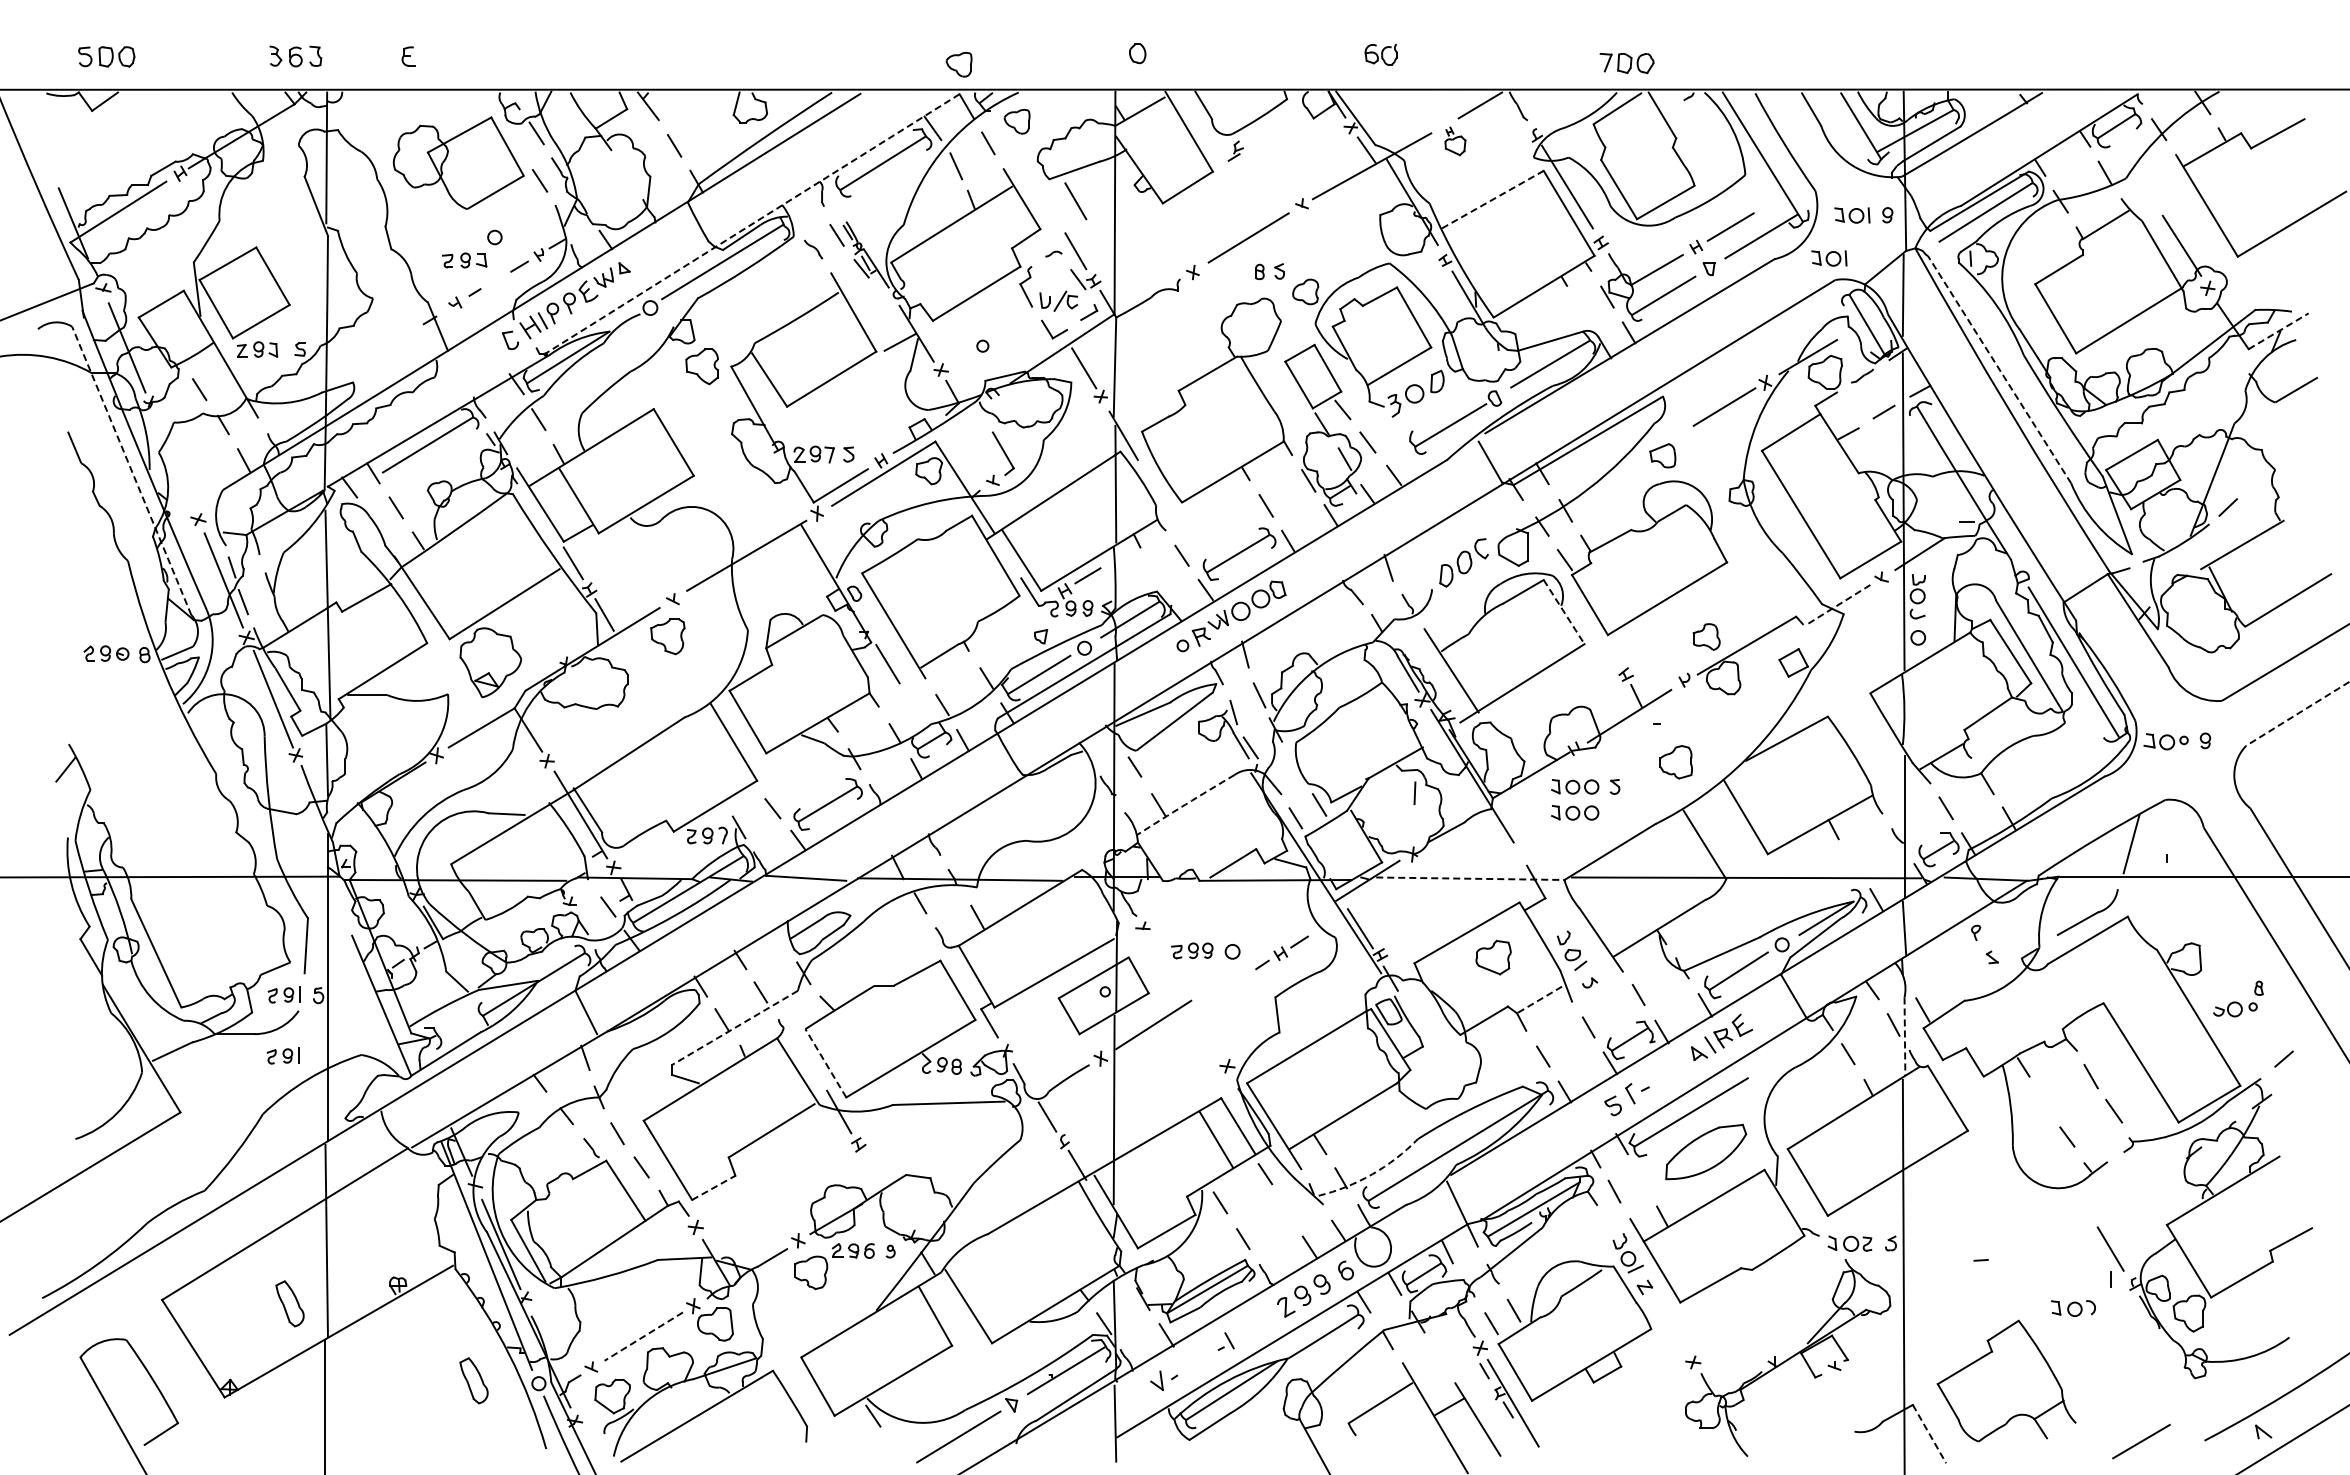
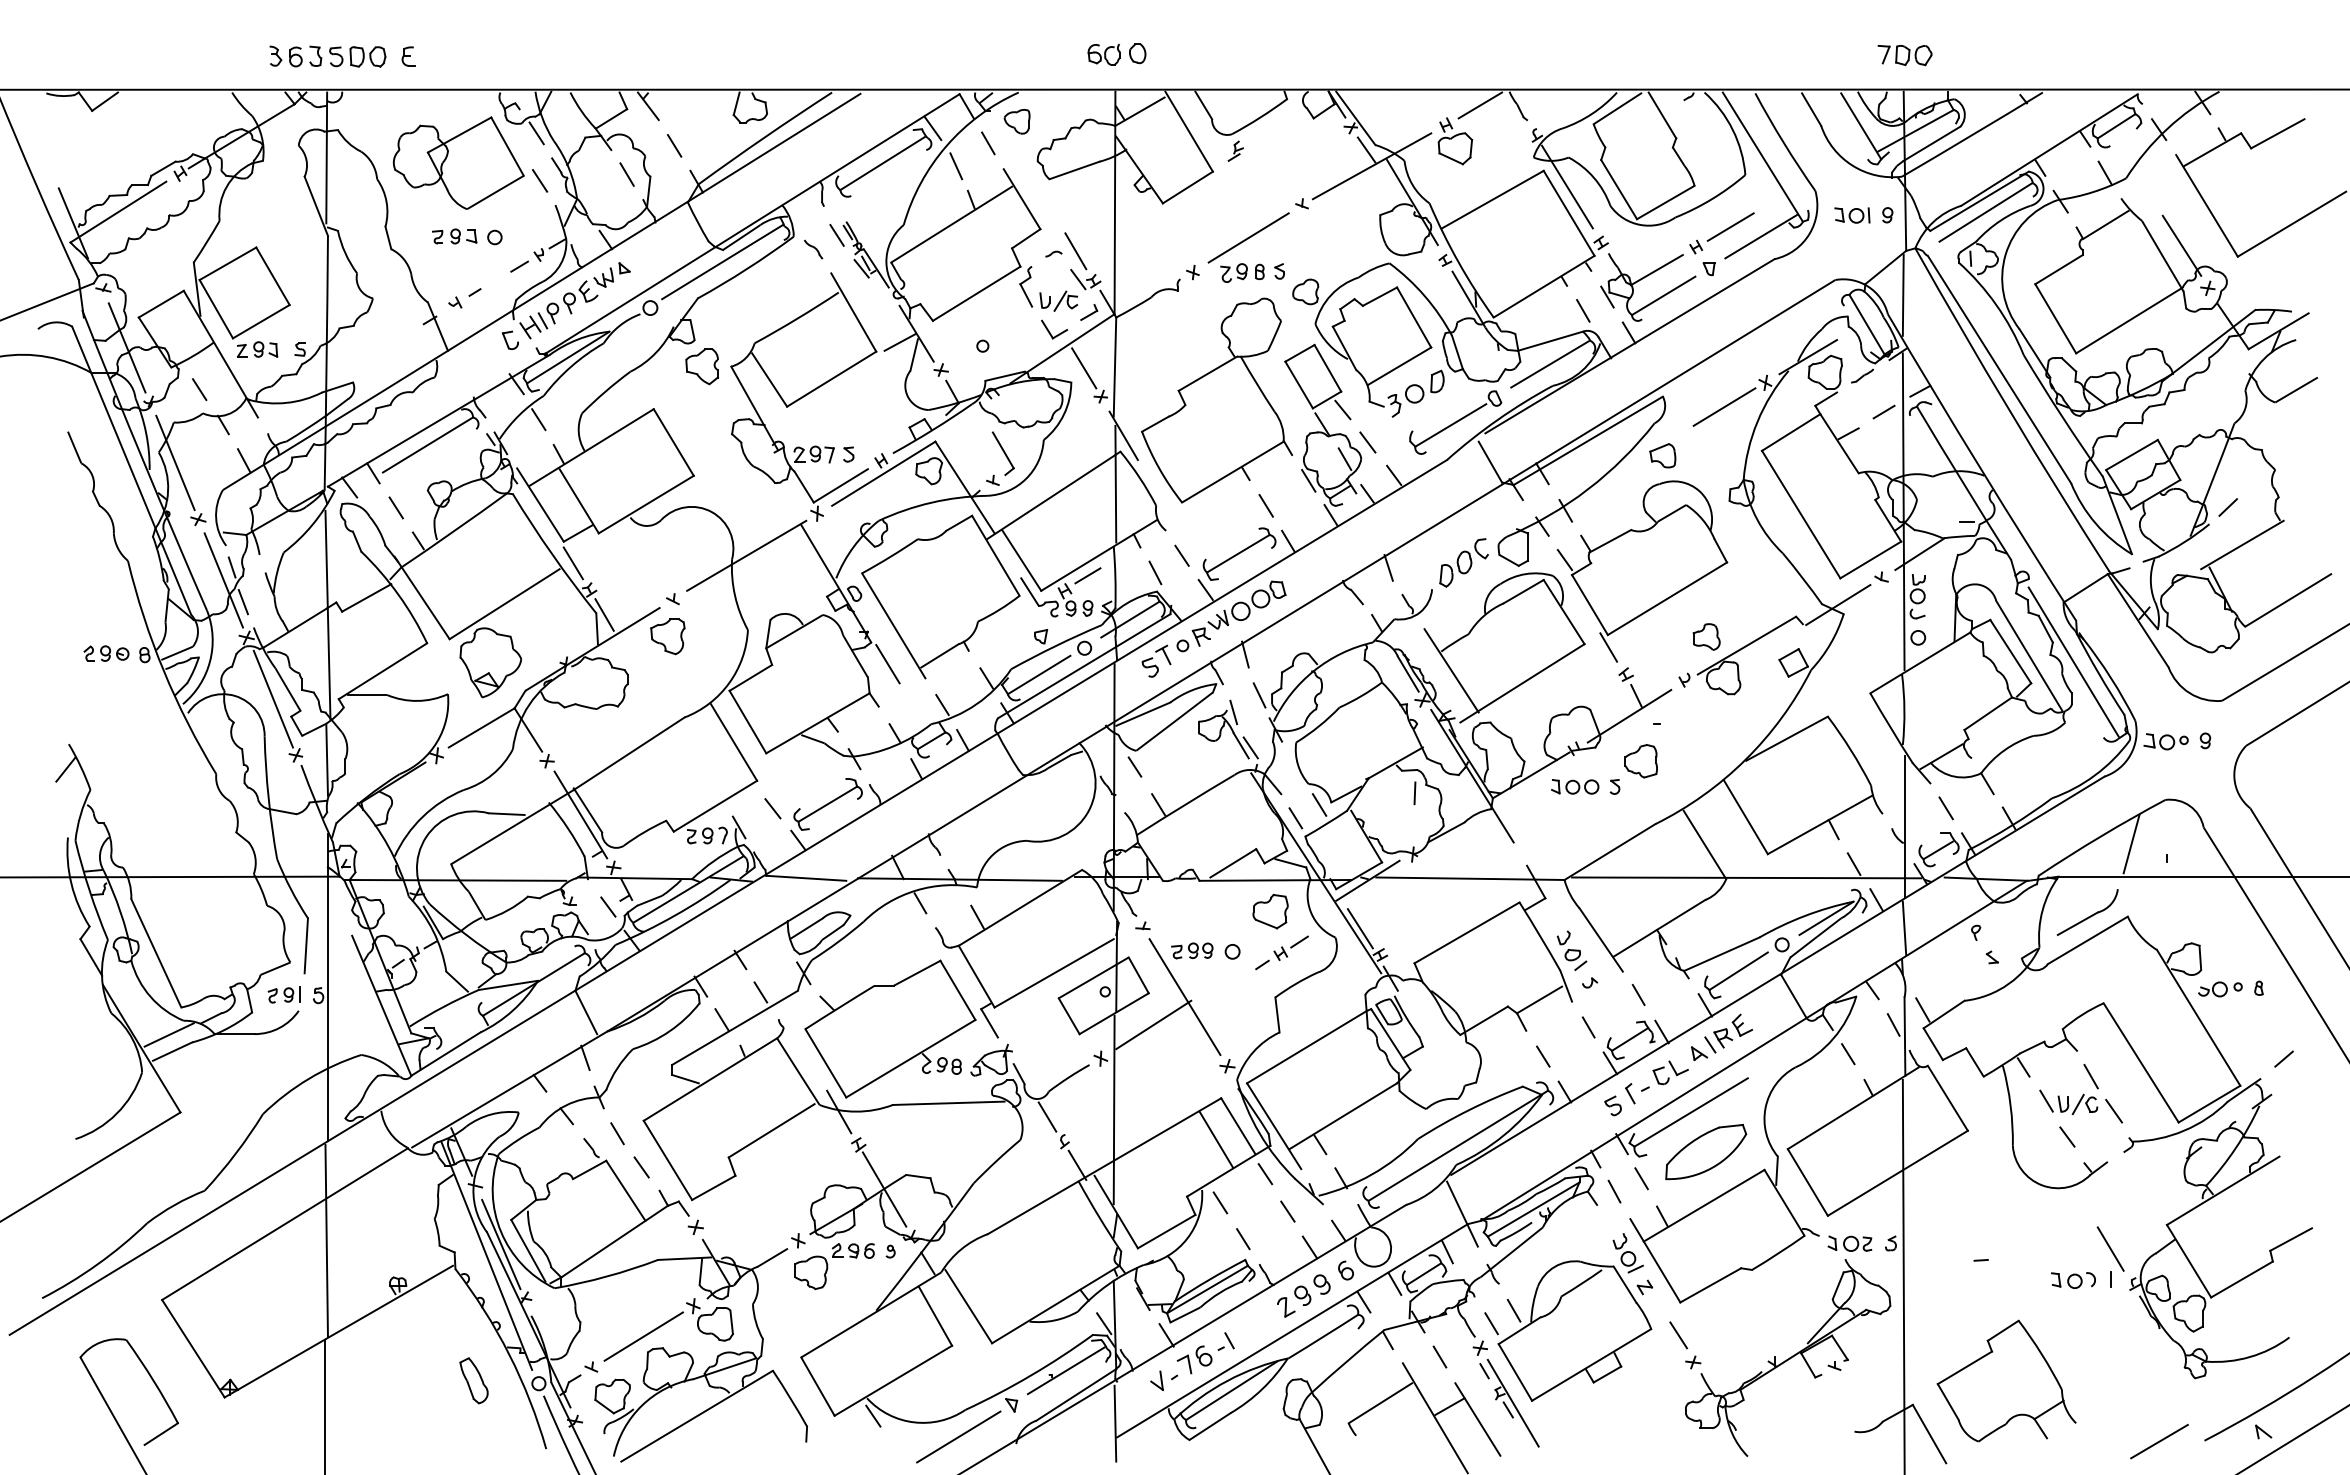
part at (1380, 54) position: (1380, 54) -> (1103, 54)
part at (106, 56) position: (106, 56) -> (357, 56)
part at (1626, 63) position: (1626, 63) -> (1904, 55)
part at (958, 64): present -> none
part at (1455, 141) size: 23x31 px -> 37x49 px
line at (626, 174): none -> present
line at (1493, 199): dashed -> solid
line at (1075, 201): present -> none
line at (752, 224): dashed -> solid
part at (1829, 258): present -> none
part at (464, 260) position: (464, 260) -> (454, 236)
part at (1233, 272): none -> present
line at (1583, 310): none -> present
line at (2278, 331): dashed -> solid
line at (1999, 369): dashed -> solid
line at (175, 462): none -> present
line at (131, 470): dashed -> solid
line at (1155, 572): none -> present
line at (1838, 605): dashed -> solid
line at (1564, 612): dashed -> solid
line at (1608, 647): none -> present
part at (1156, 660): none -> present
arc at (2297, 713): dashed -> solid
part at (1675, 762) position: (1675, 762) -> (1640, 761)
arc at (1185, 804): dashed -> solid
part at (1575, 812): present -> none
line at (1853, 863): none -> present
line at (1470, 878): dashed -> solid
part at (1493, 957) position: (1493, 957) -> (1270, 911)
line at (1184, 996): none -> present
line at (1539, 1000): dashed -> solid
part at (2235, 1009) position: (2235, 1009) -> (2220, 989)
line at (734, 1028): dashed -> solid
line at (168, 1034): none -> present
line at (1904, 1037): dashed -> solid
part at (282, 1055): present -> none
line at (825, 1063): dashed -> solid
part at (1670, 1072): none -> present
part at (2068, 1102): none -> present
arc at (1372, 1174): dashed -> solid
line at (1641, 1178): none -> present
line at (713, 1187): dashed -> solid
line at (884, 1189): none -> present
line at (1287, 1211): none -> present
part at (289, 1303): present -> none
part at (2073, 1308) position: (2073, 1308) -> (2073, 1280)
line at (1678, 1335): none -> present
line at (643, 1336): dashed -> solid
line at (1439, 1356): none -> present
part at (1194, 1359): none -> present
line at (1929, 1434): dashed -> solid
line at (2141, 1441) position: (2141, 1441) -> (2159, 1441)
